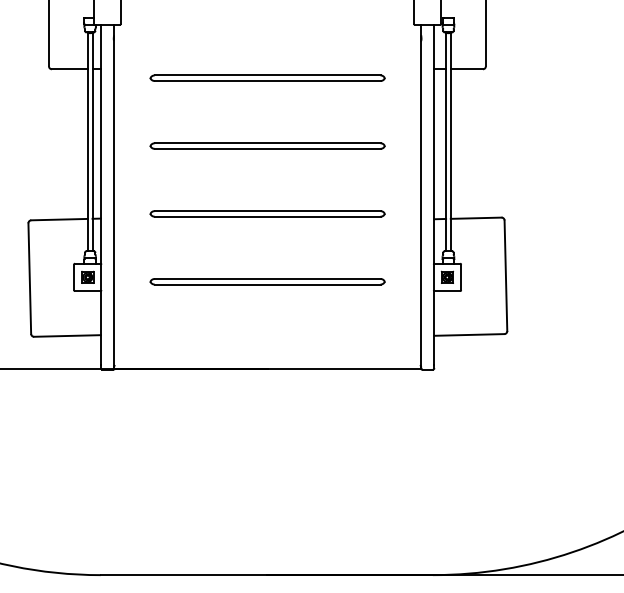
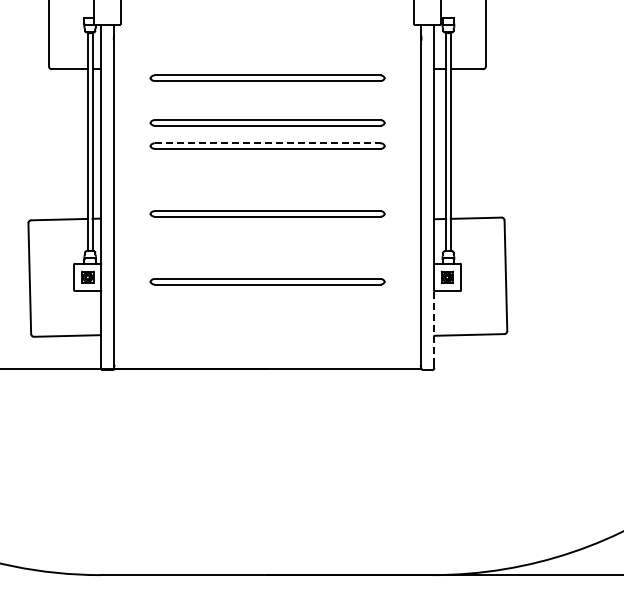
part at (267, 122): none -> present
line at (267, 143): solid -> dashed
line at (434, 327): solid -> dashed
